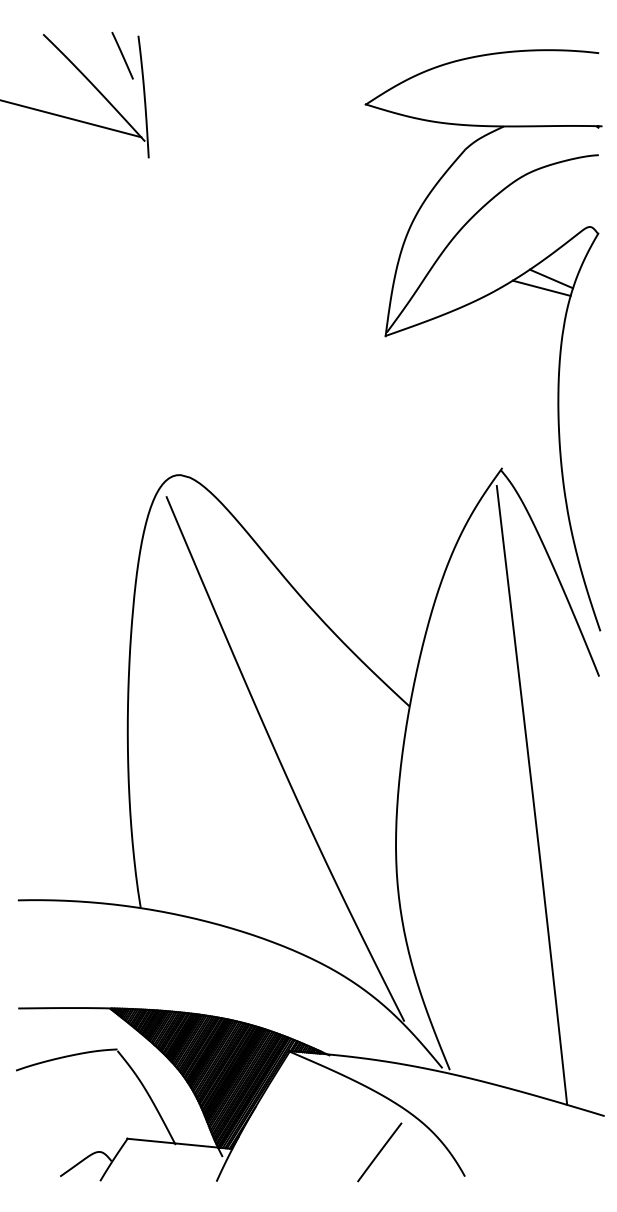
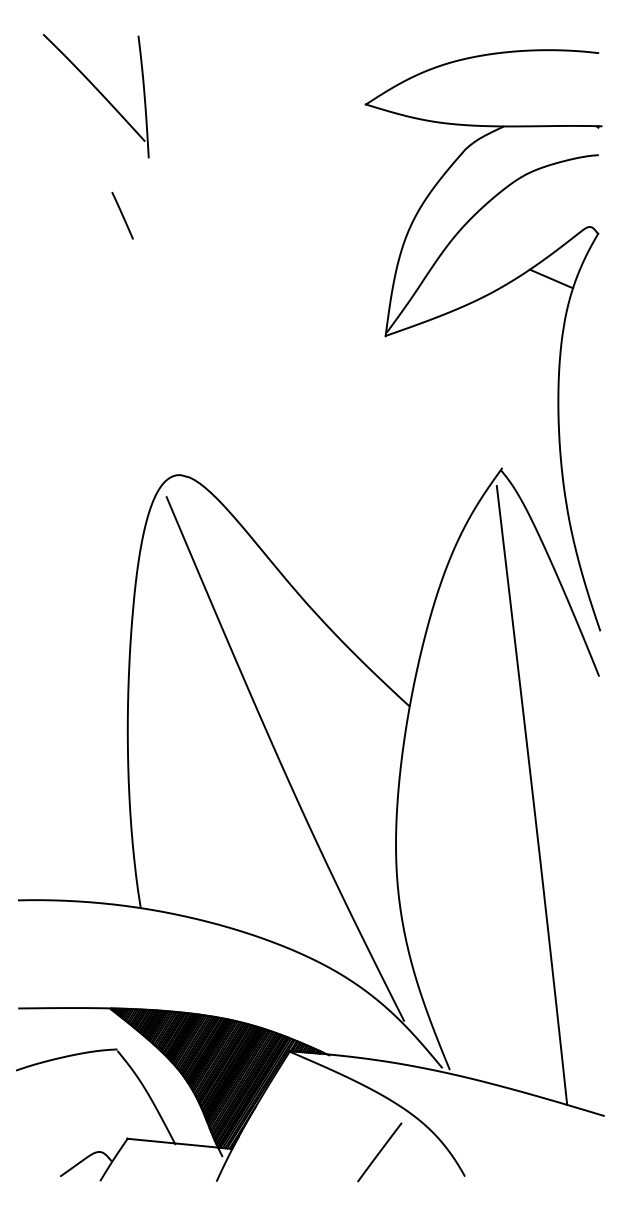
line at (122, 55) position: (122, 55) -> (122, 215)
line at (71, 118): present -> none
line at (541, 287): present -> none
